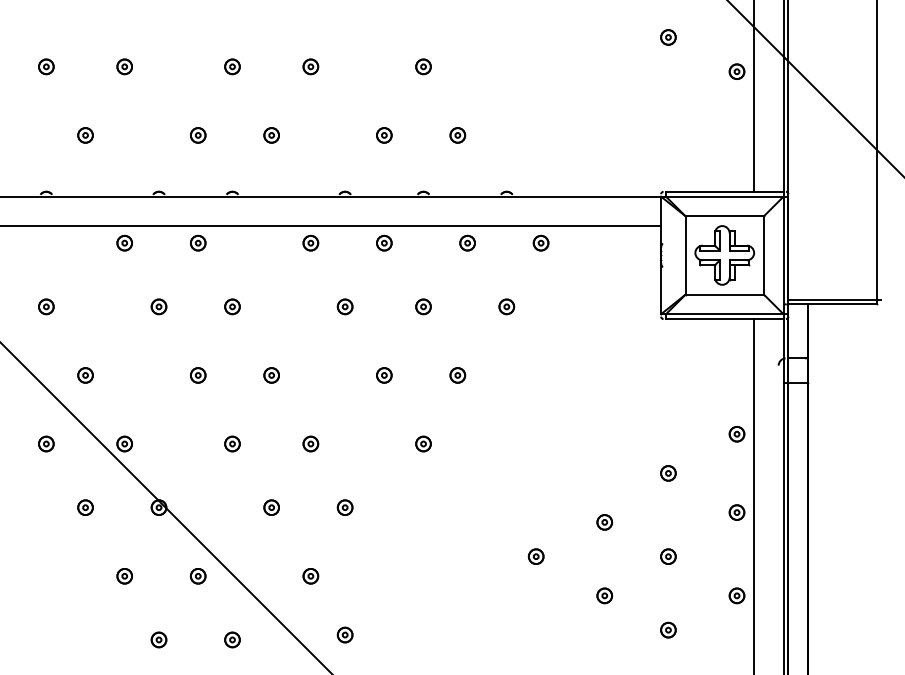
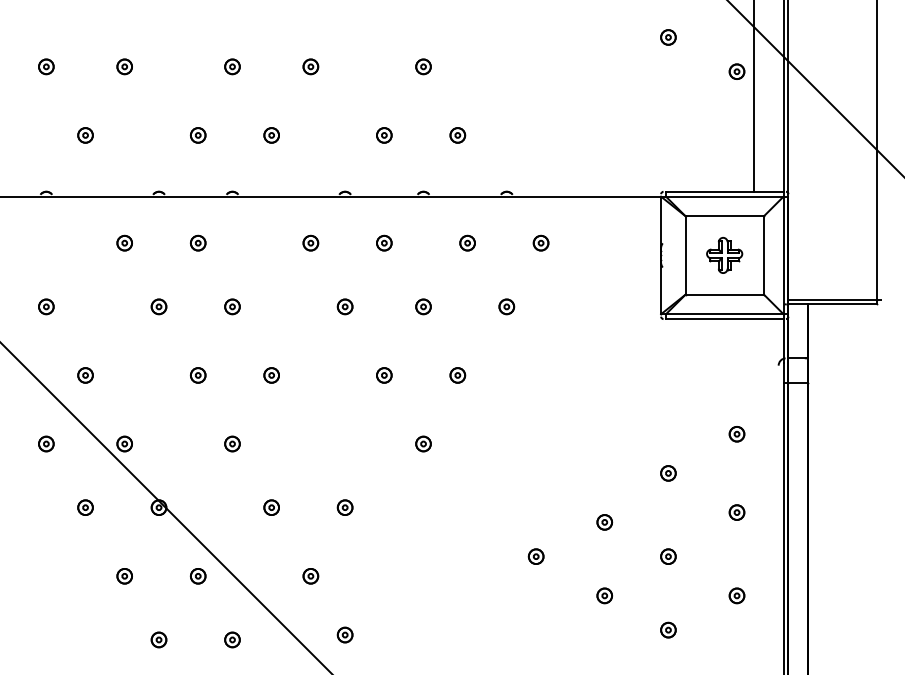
line at (331, 226): present -> none
part at (724, 255) size: 61x61 px -> 38x37 px
part at (310, 443): present -> none
line at (754, 495): present -> none
